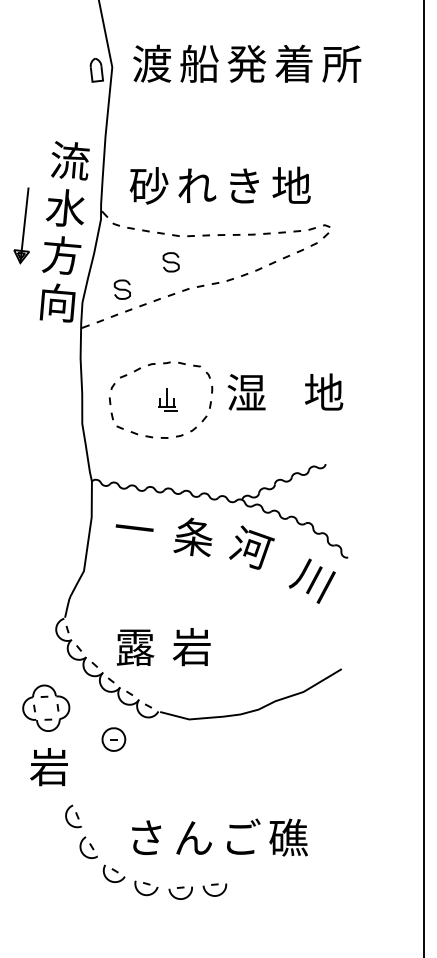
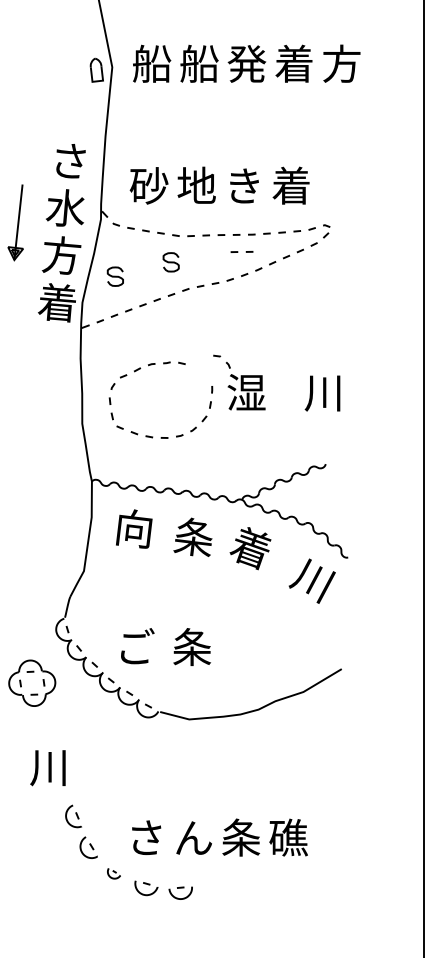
text at (152, 63): 渡 -> 船
text at (341, 63): 所 -> 方
text at (70, 160): 流 -> さ
text at (196, 184): れ -> 地
text at (291, 185): 地 -> 着
part at (21, 225) position: (21, 225) -> (15, 222)
line at (238, 251): none -> present
curve at (121, 289) position: (121, 289) -> (114, 276)
text at (56, 302): 向 -> 着
part at (201, 371) position: (201, 371) -> (221, 361)
text at (323, 392): 地 -> 川
part at (167, 399): present -> none
text at (134, 528): 一 -> 向
text at (251, 547): 河 -> 着
text at (135, 647): 露 -> ご
text at (191, 647): 岩 -> 条
part at (46, 707) position: (46, 707) -> (32, 682)
part at (113, 739): present -> none
text at (48, 767): 岩 -> 川
text at (241, 837): ご -> 条
part at (113, 873) size: 24x19 px -> 14x12 px
part at (214, 889): present -> none
